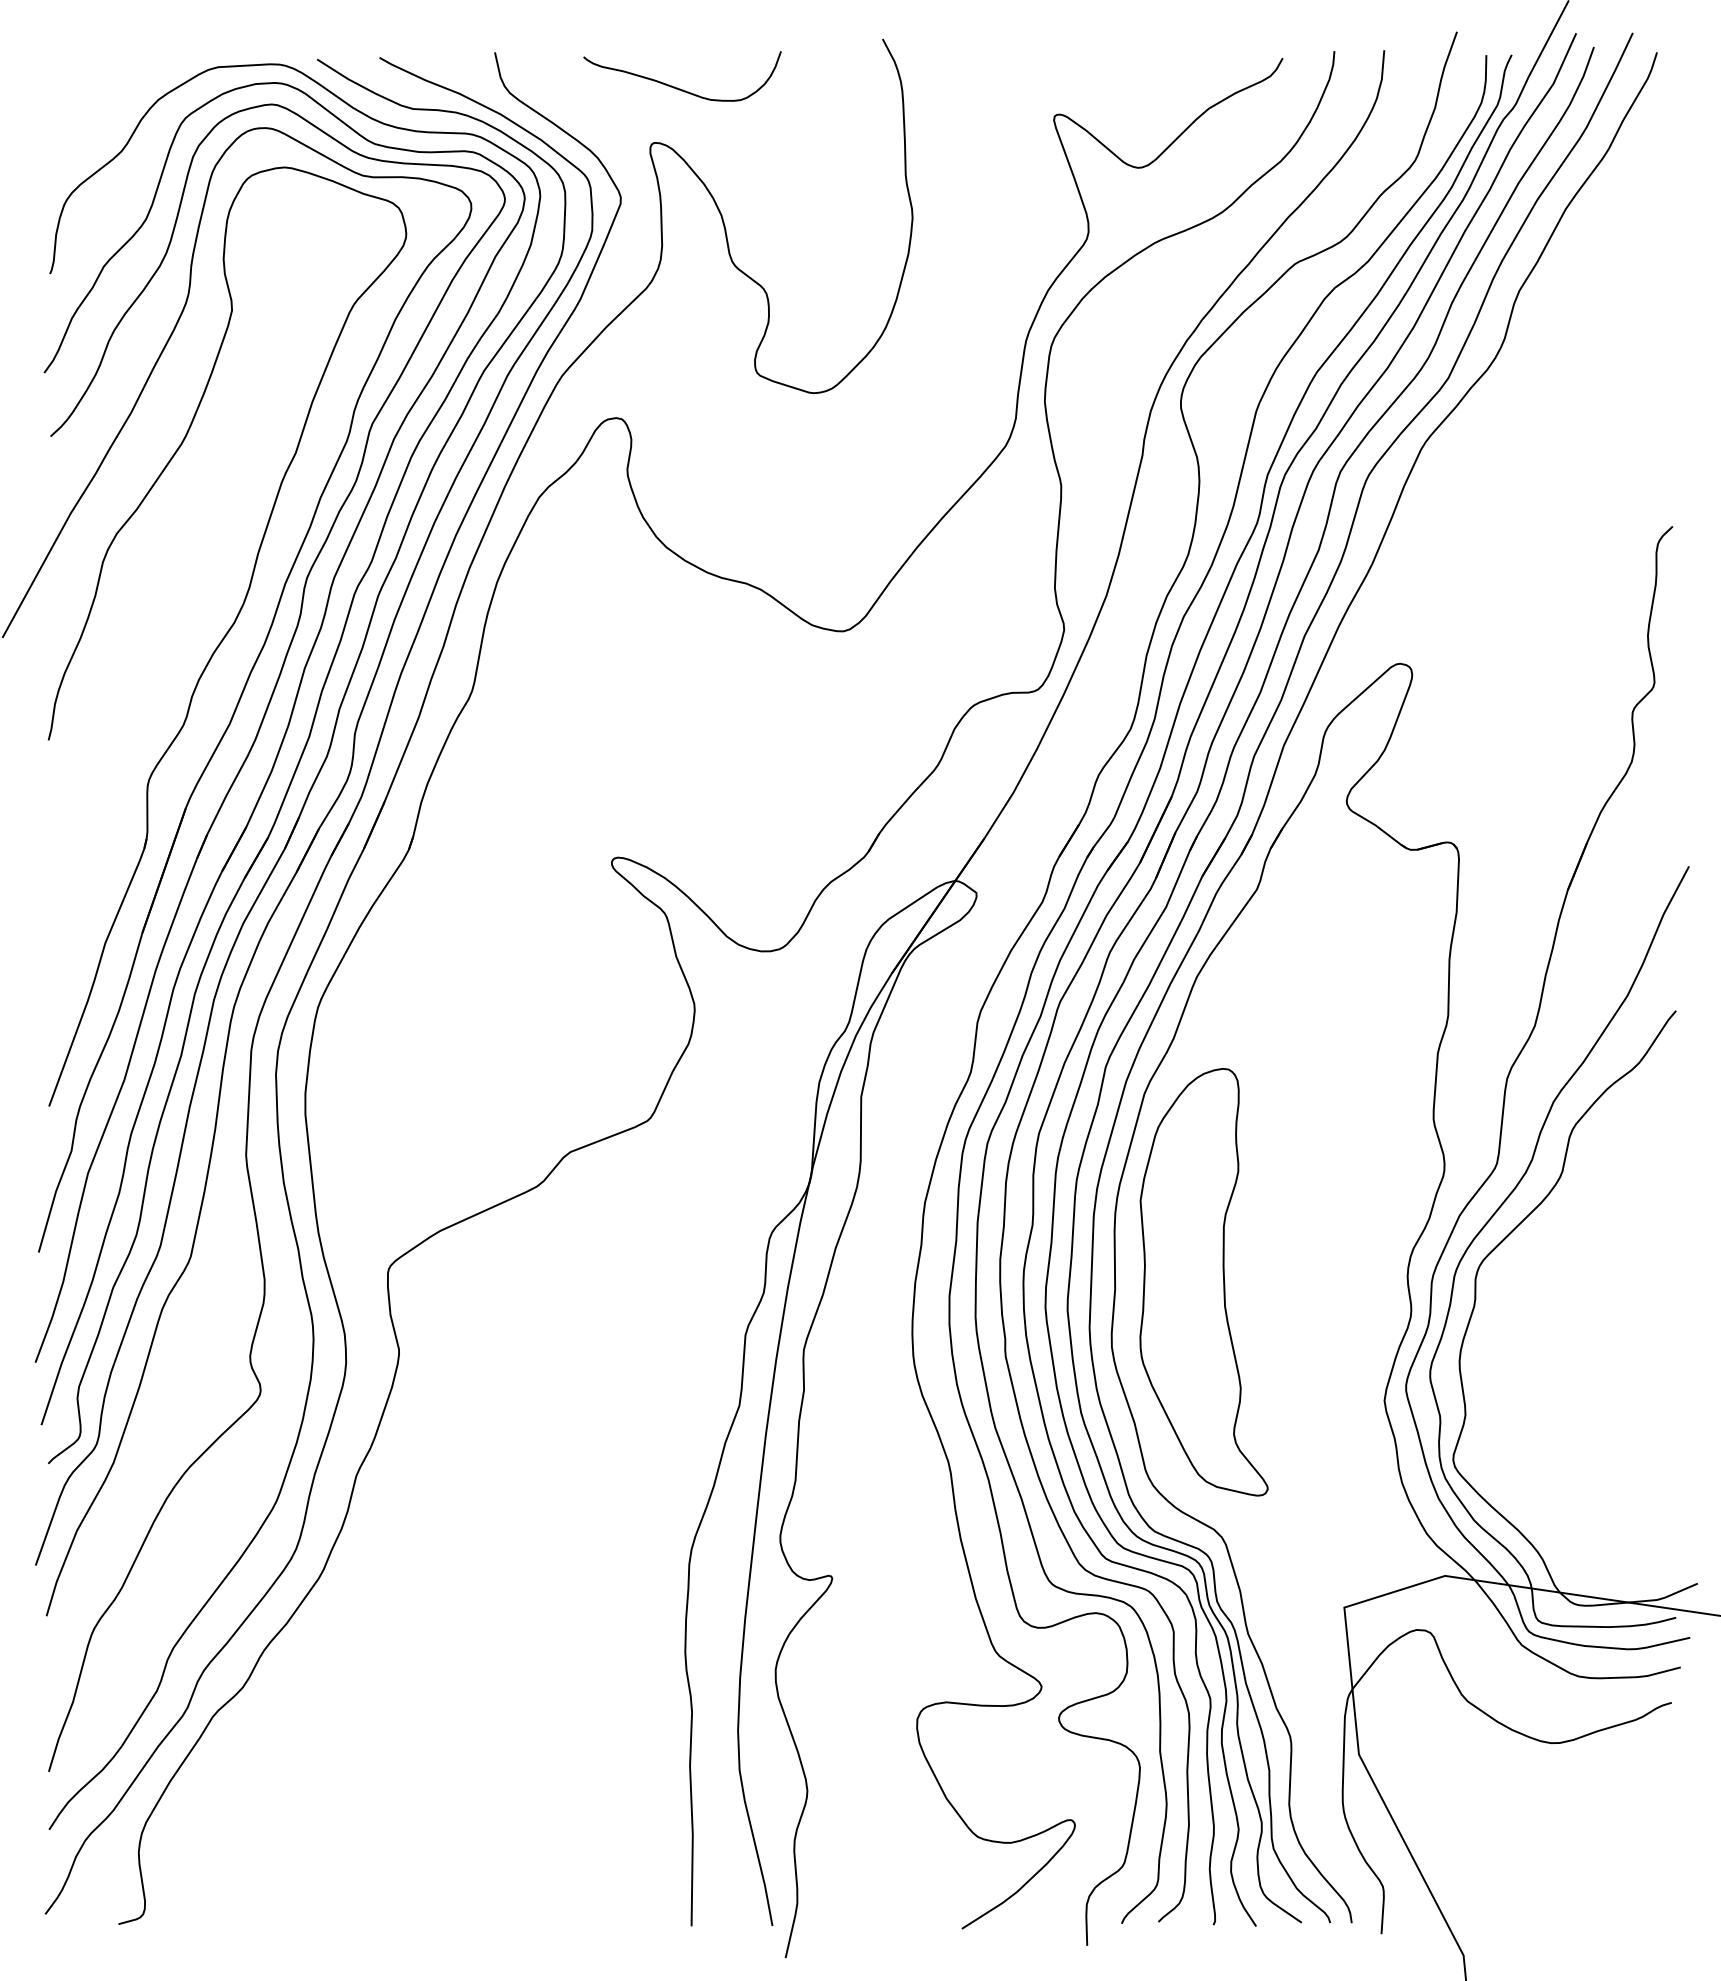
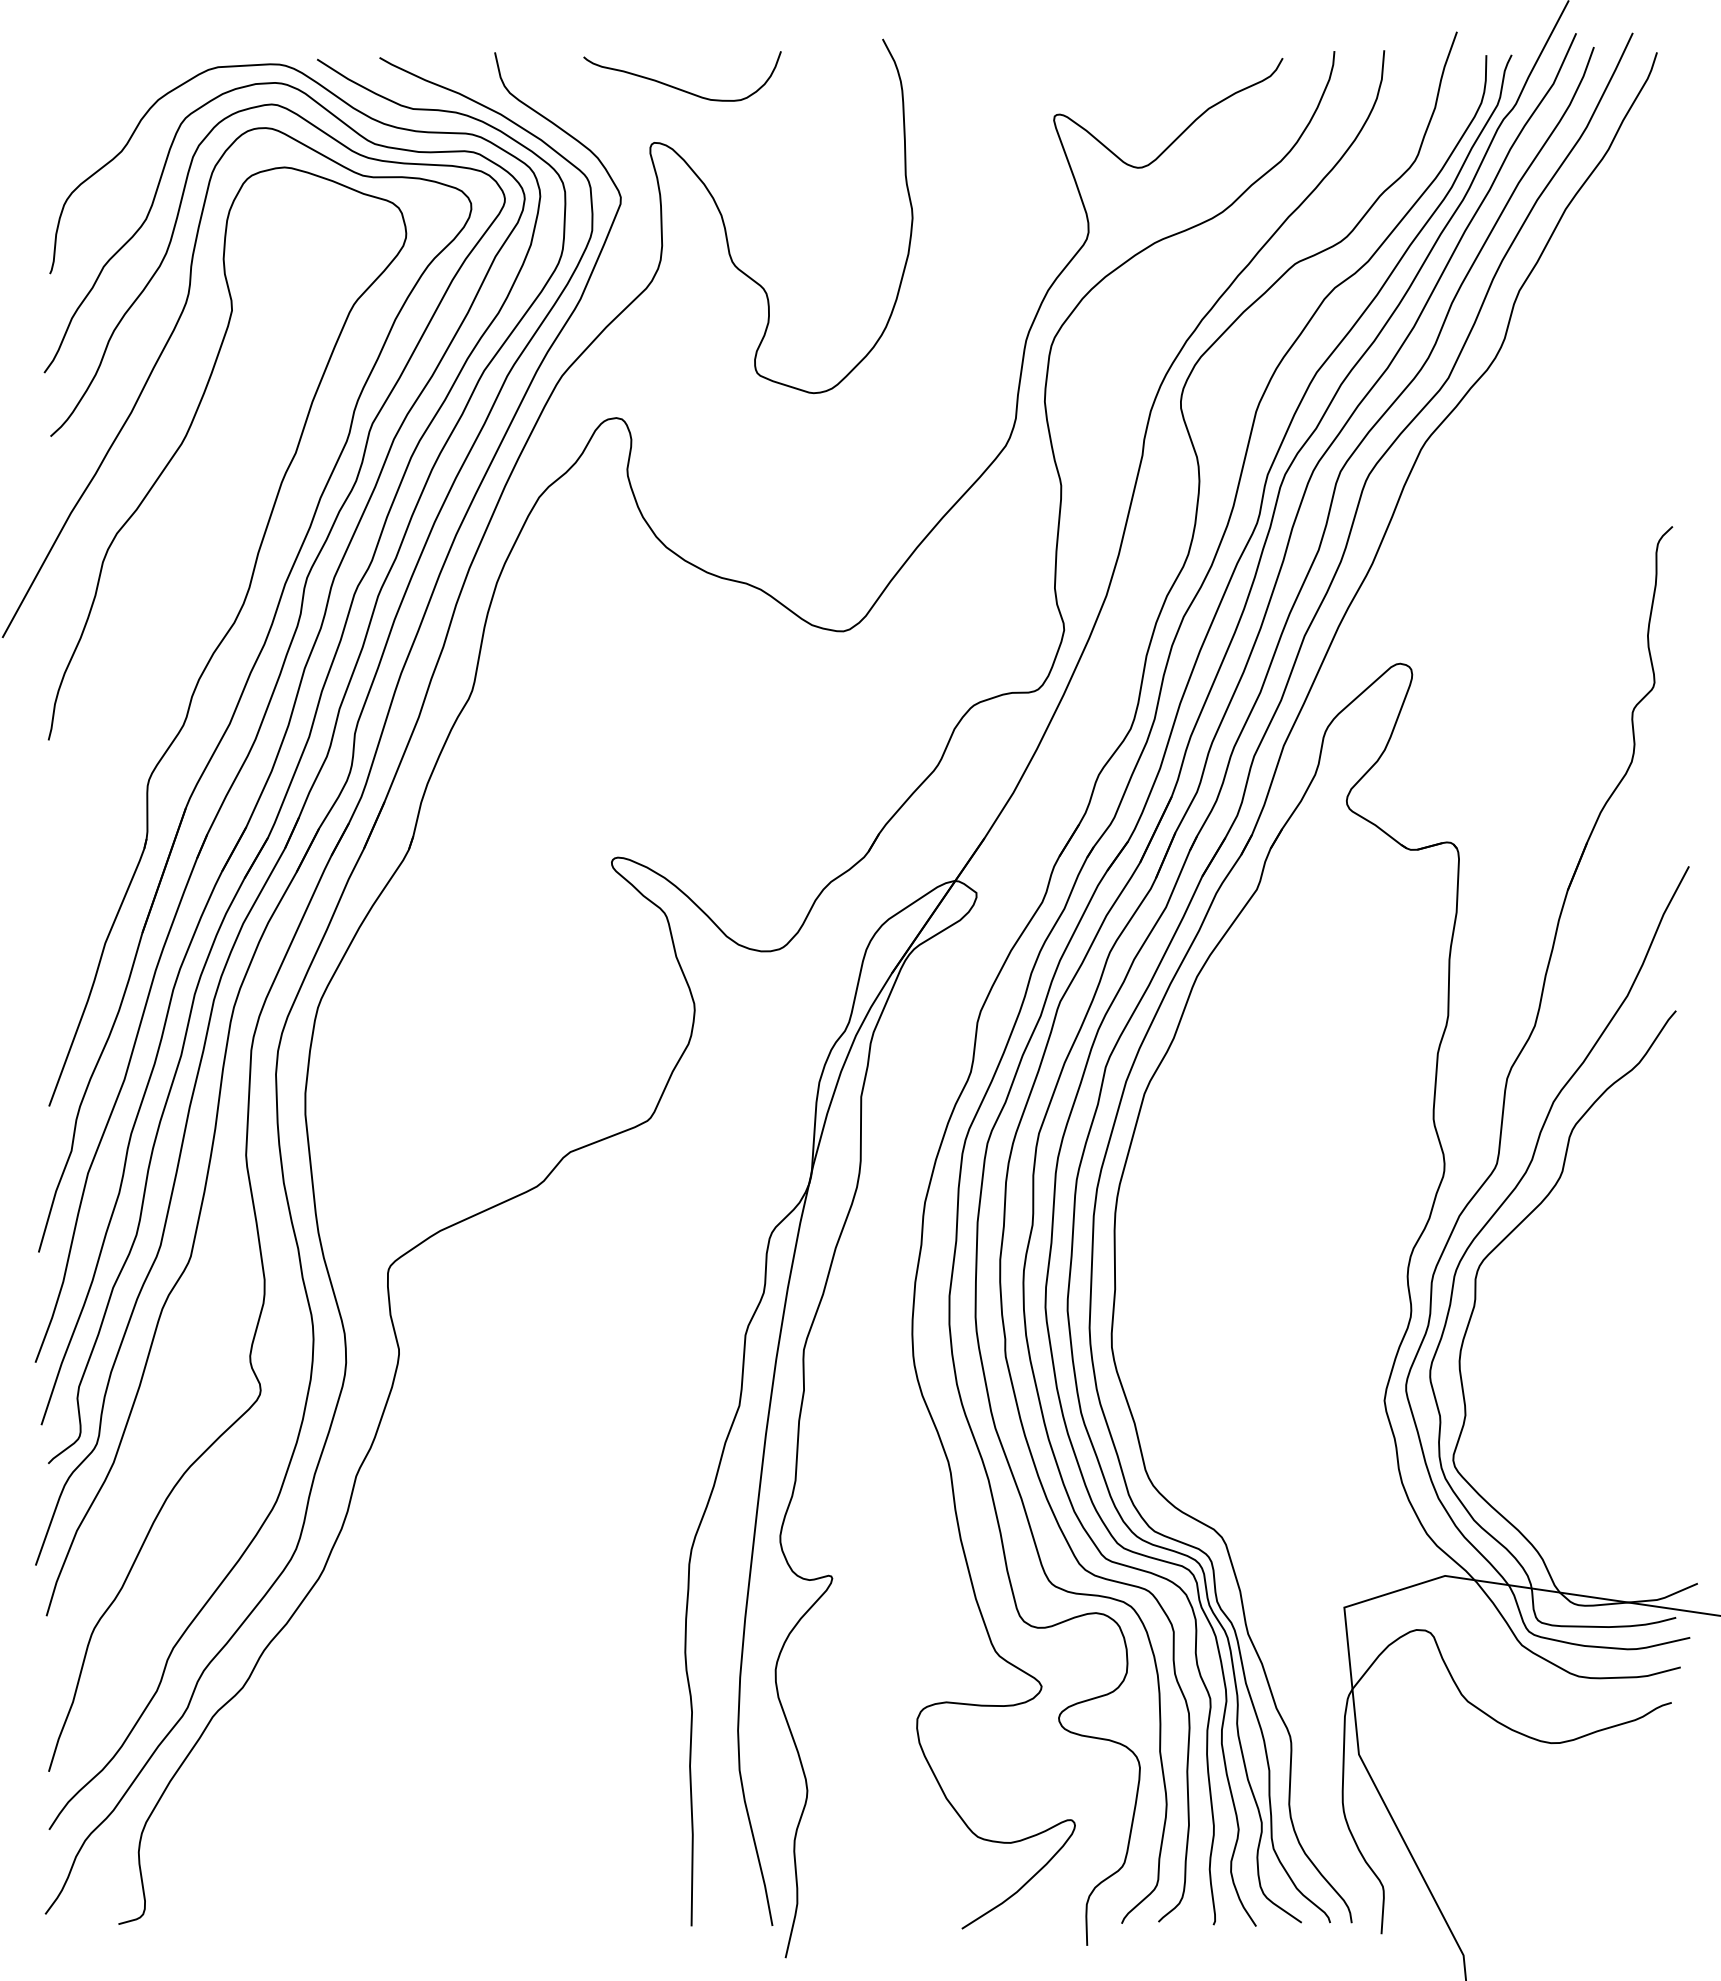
part at (1203, 1282): present -> none
